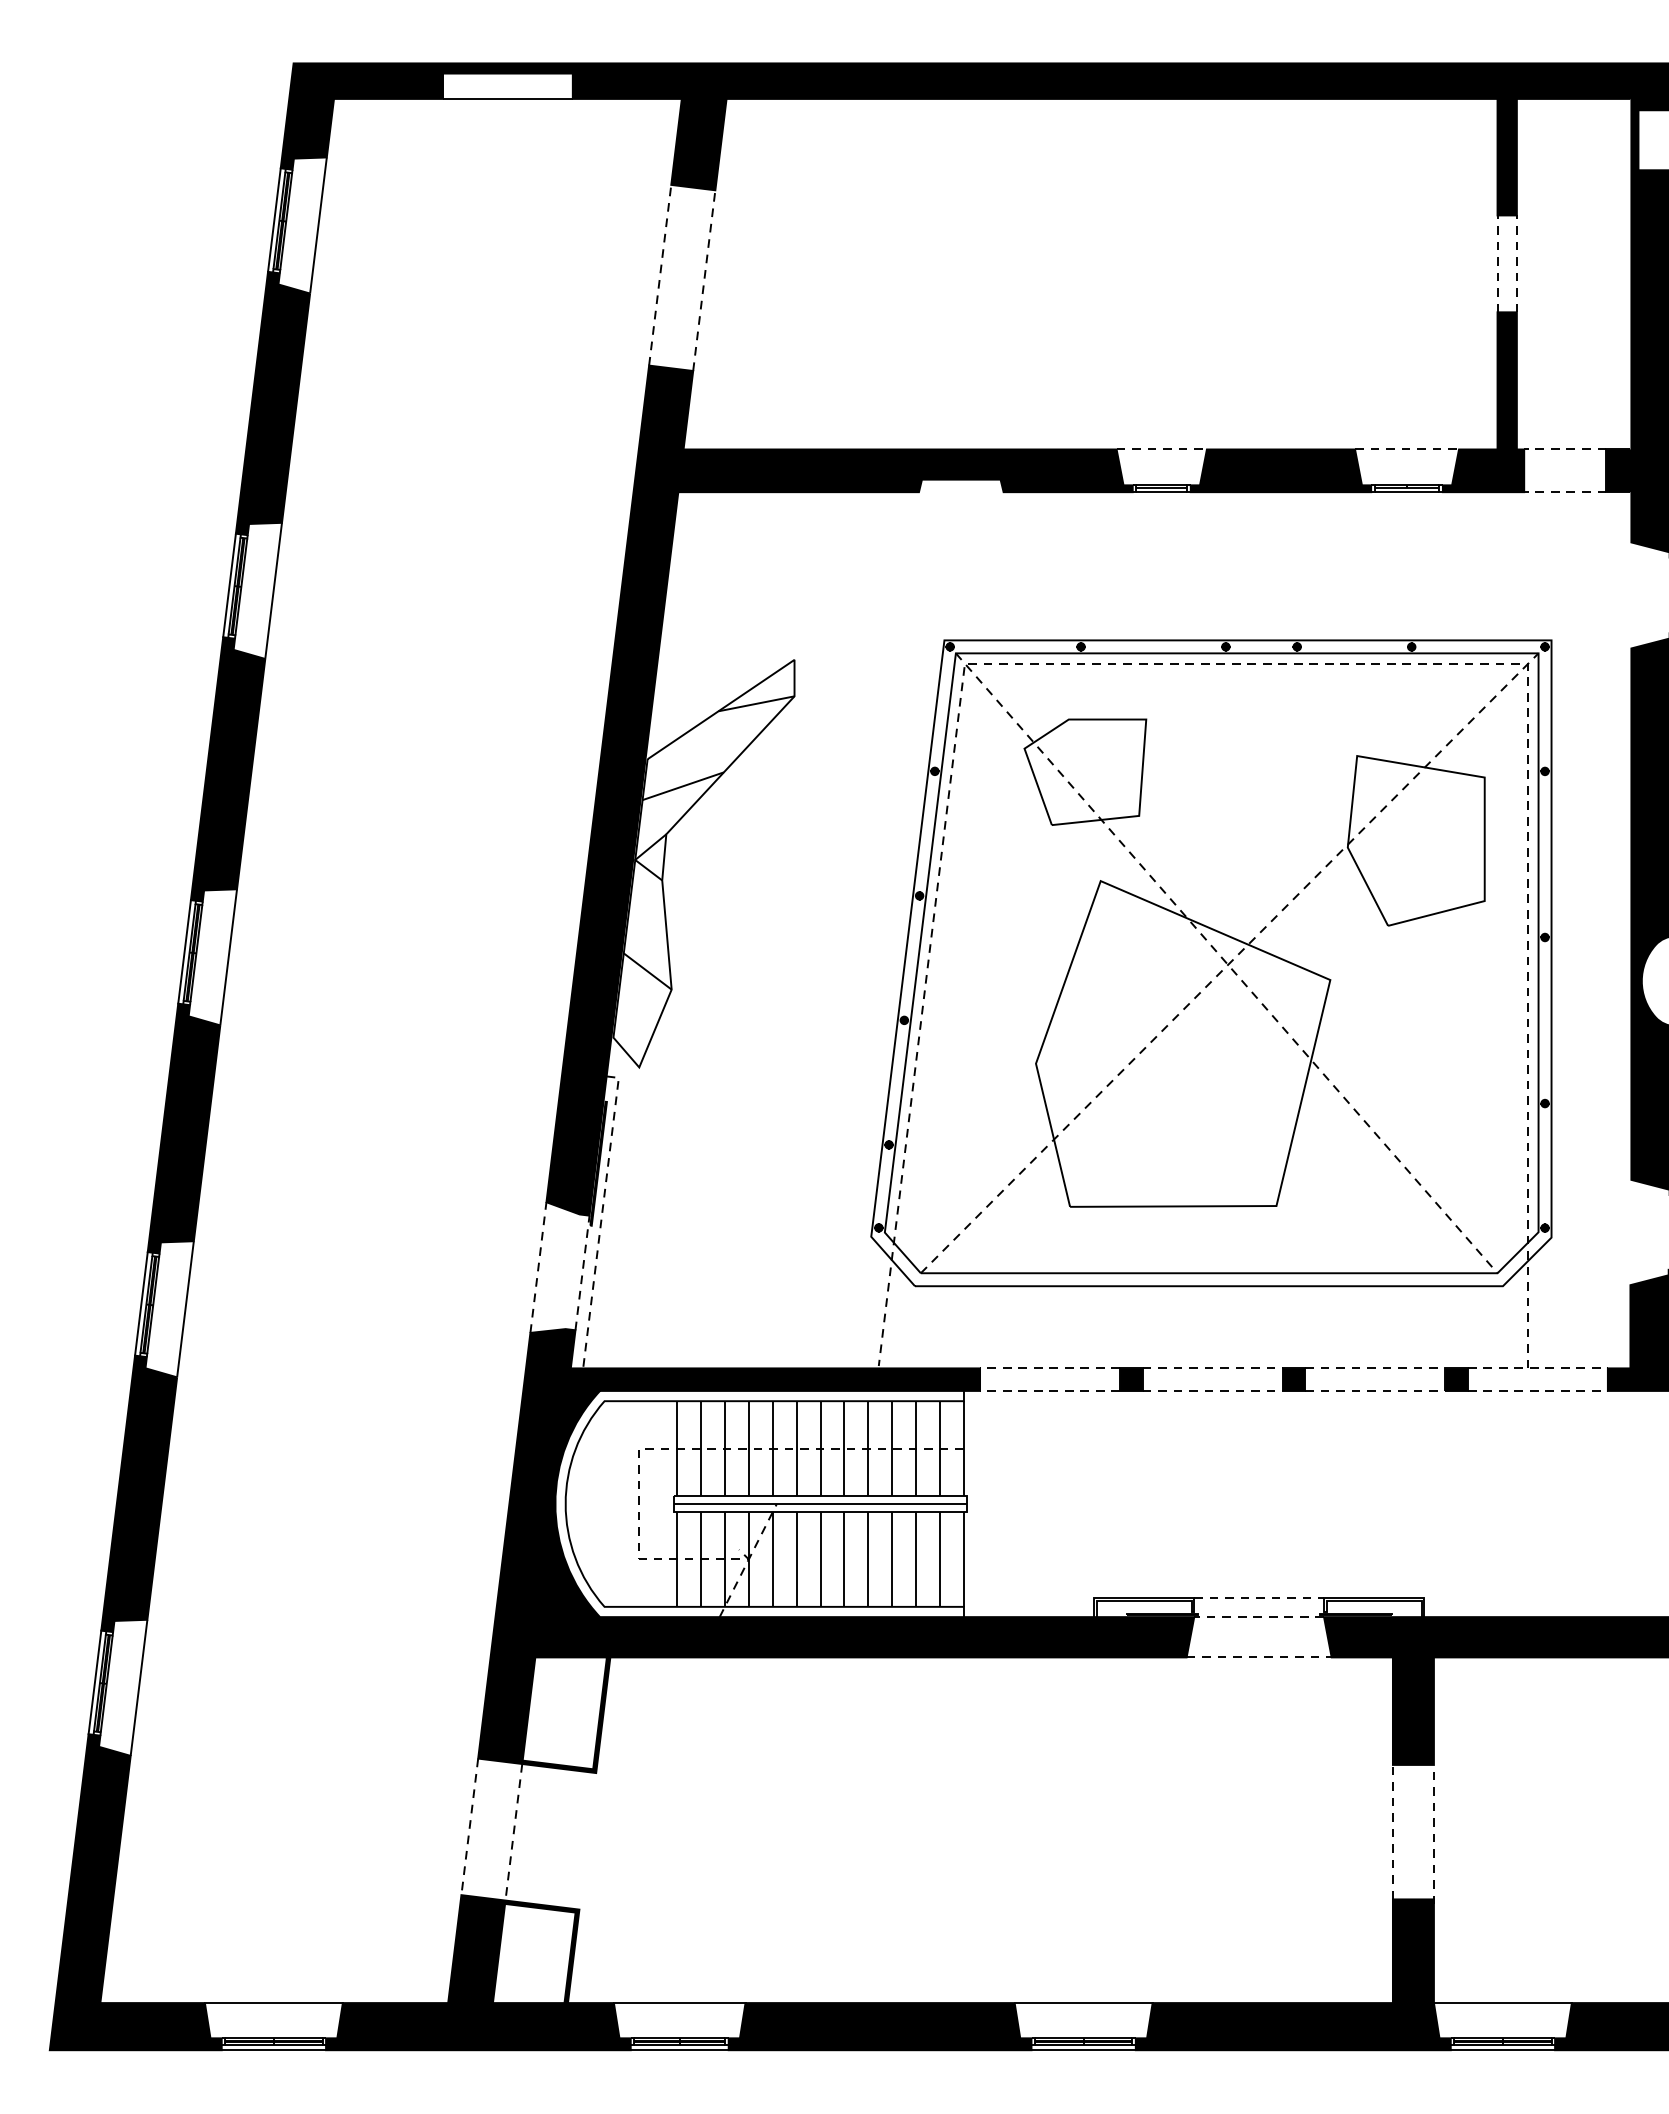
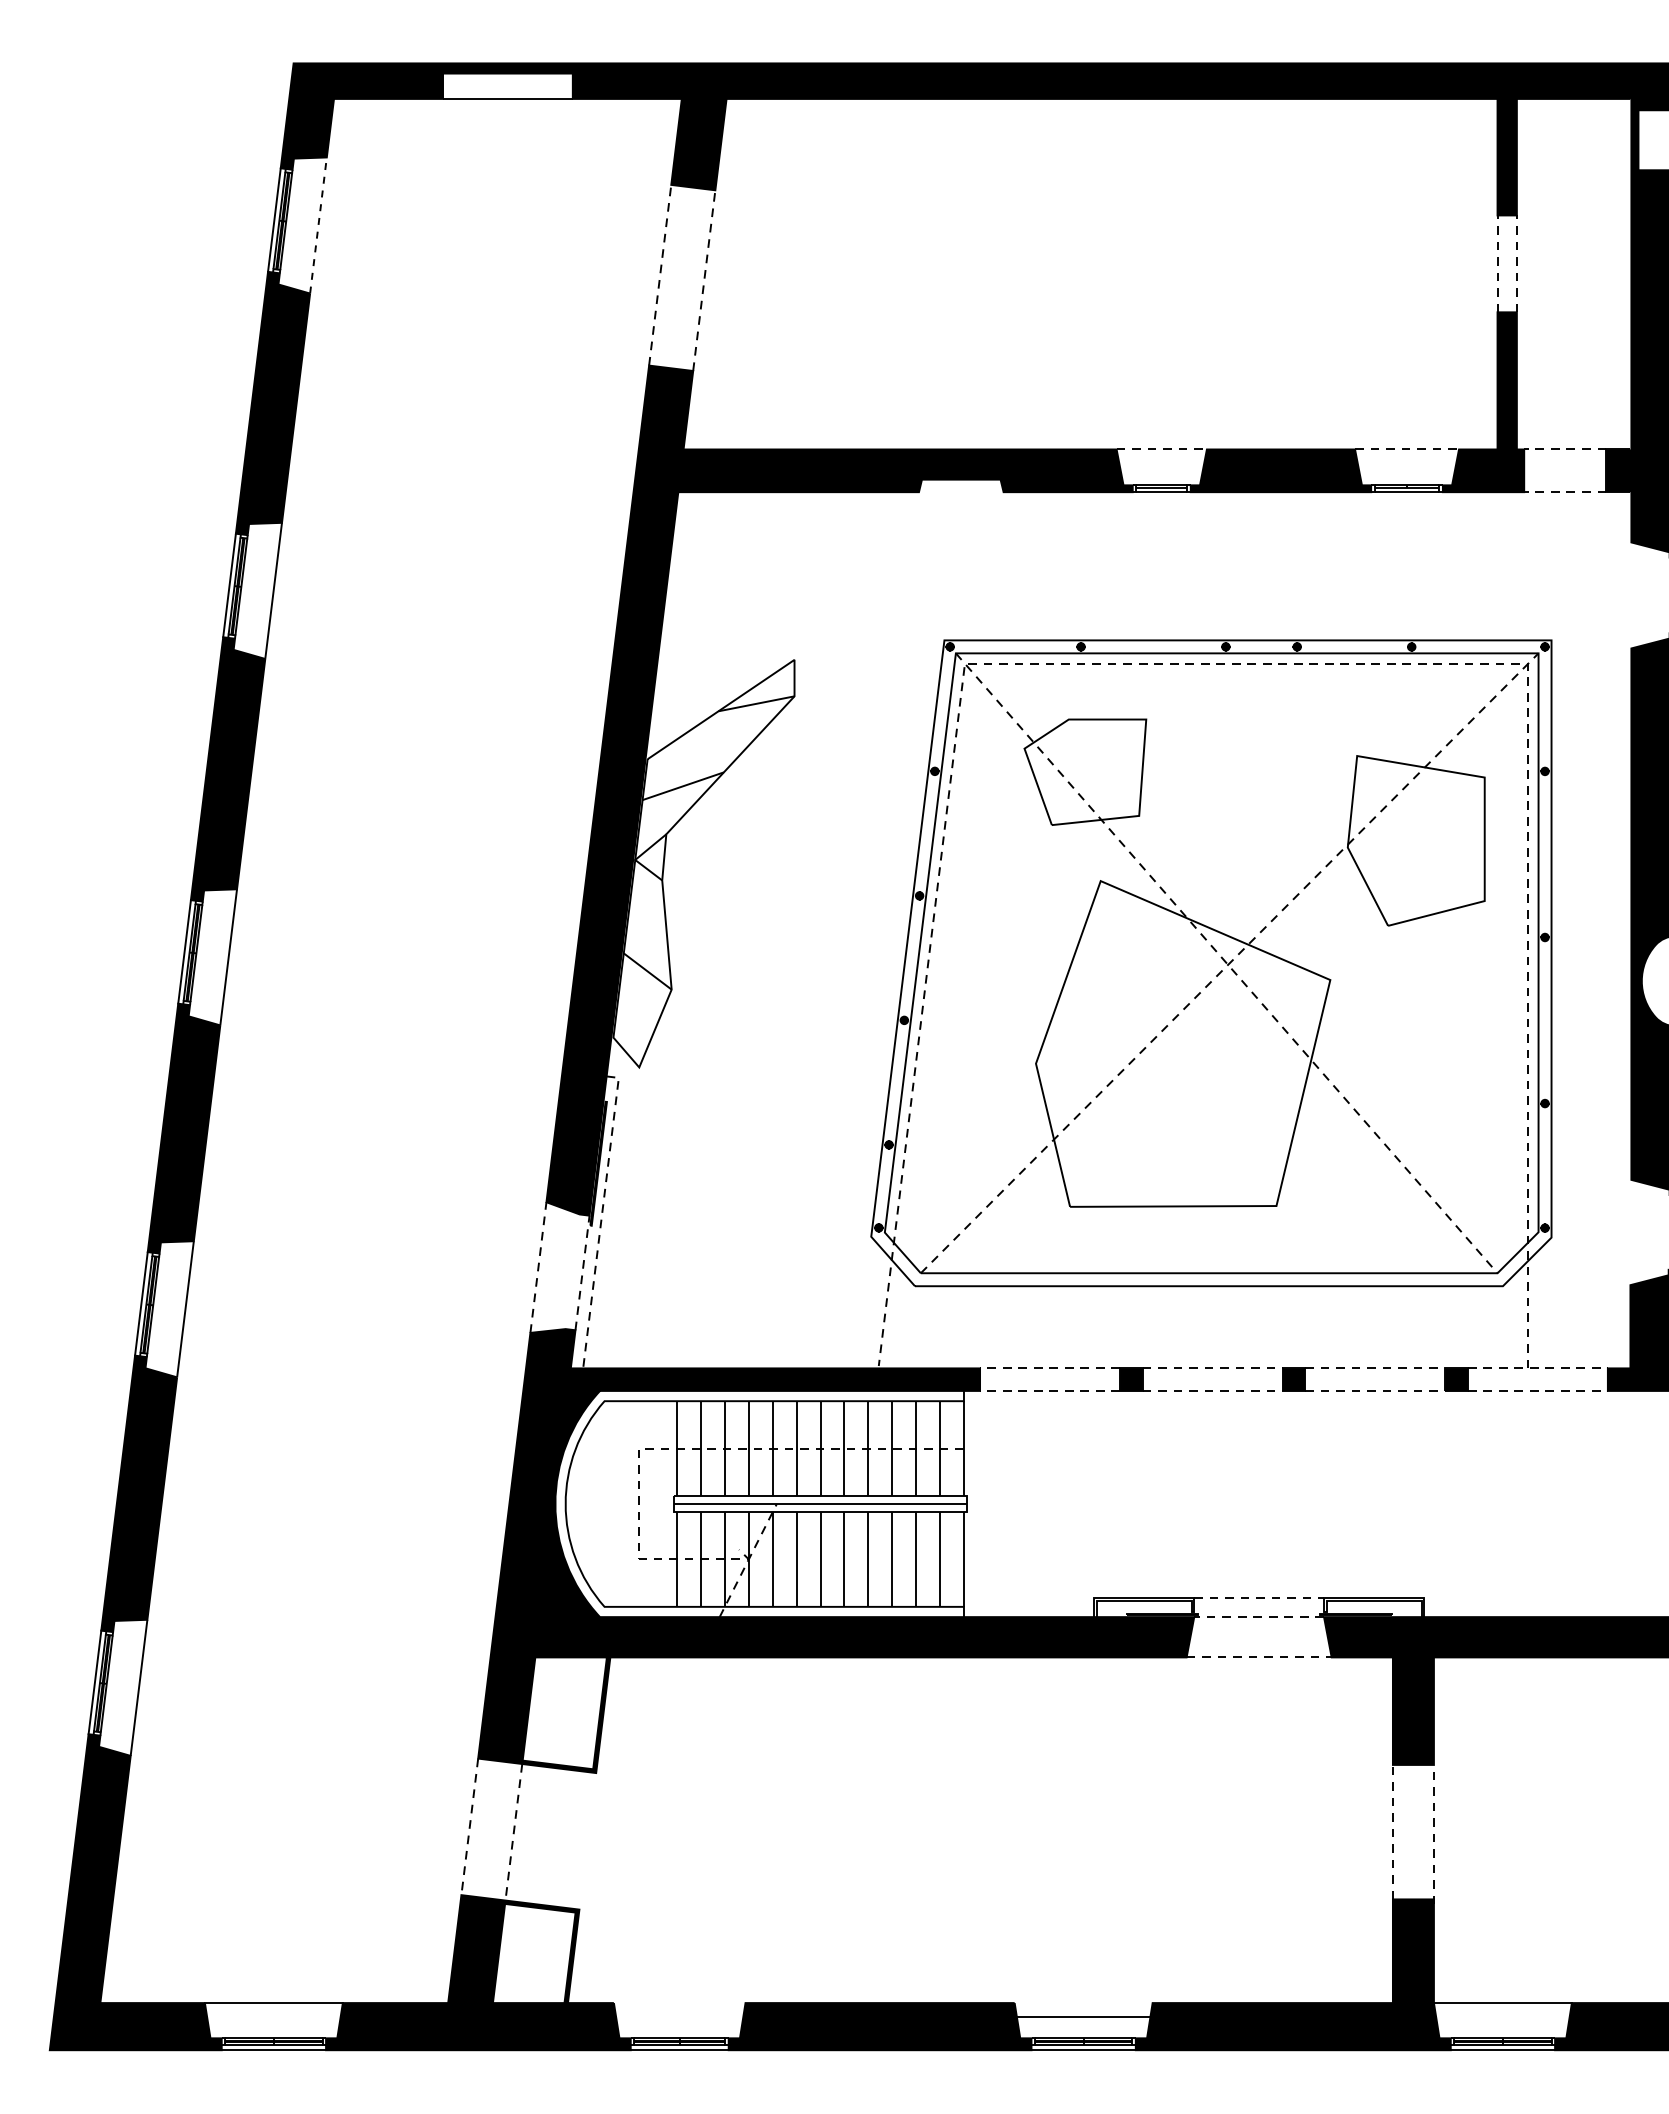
line at (318, 225): solid -> dashed
line at (679, 2003): present -> none
line at (1083, 2003) position: (1083, 2003) -> (1083, 2017)
